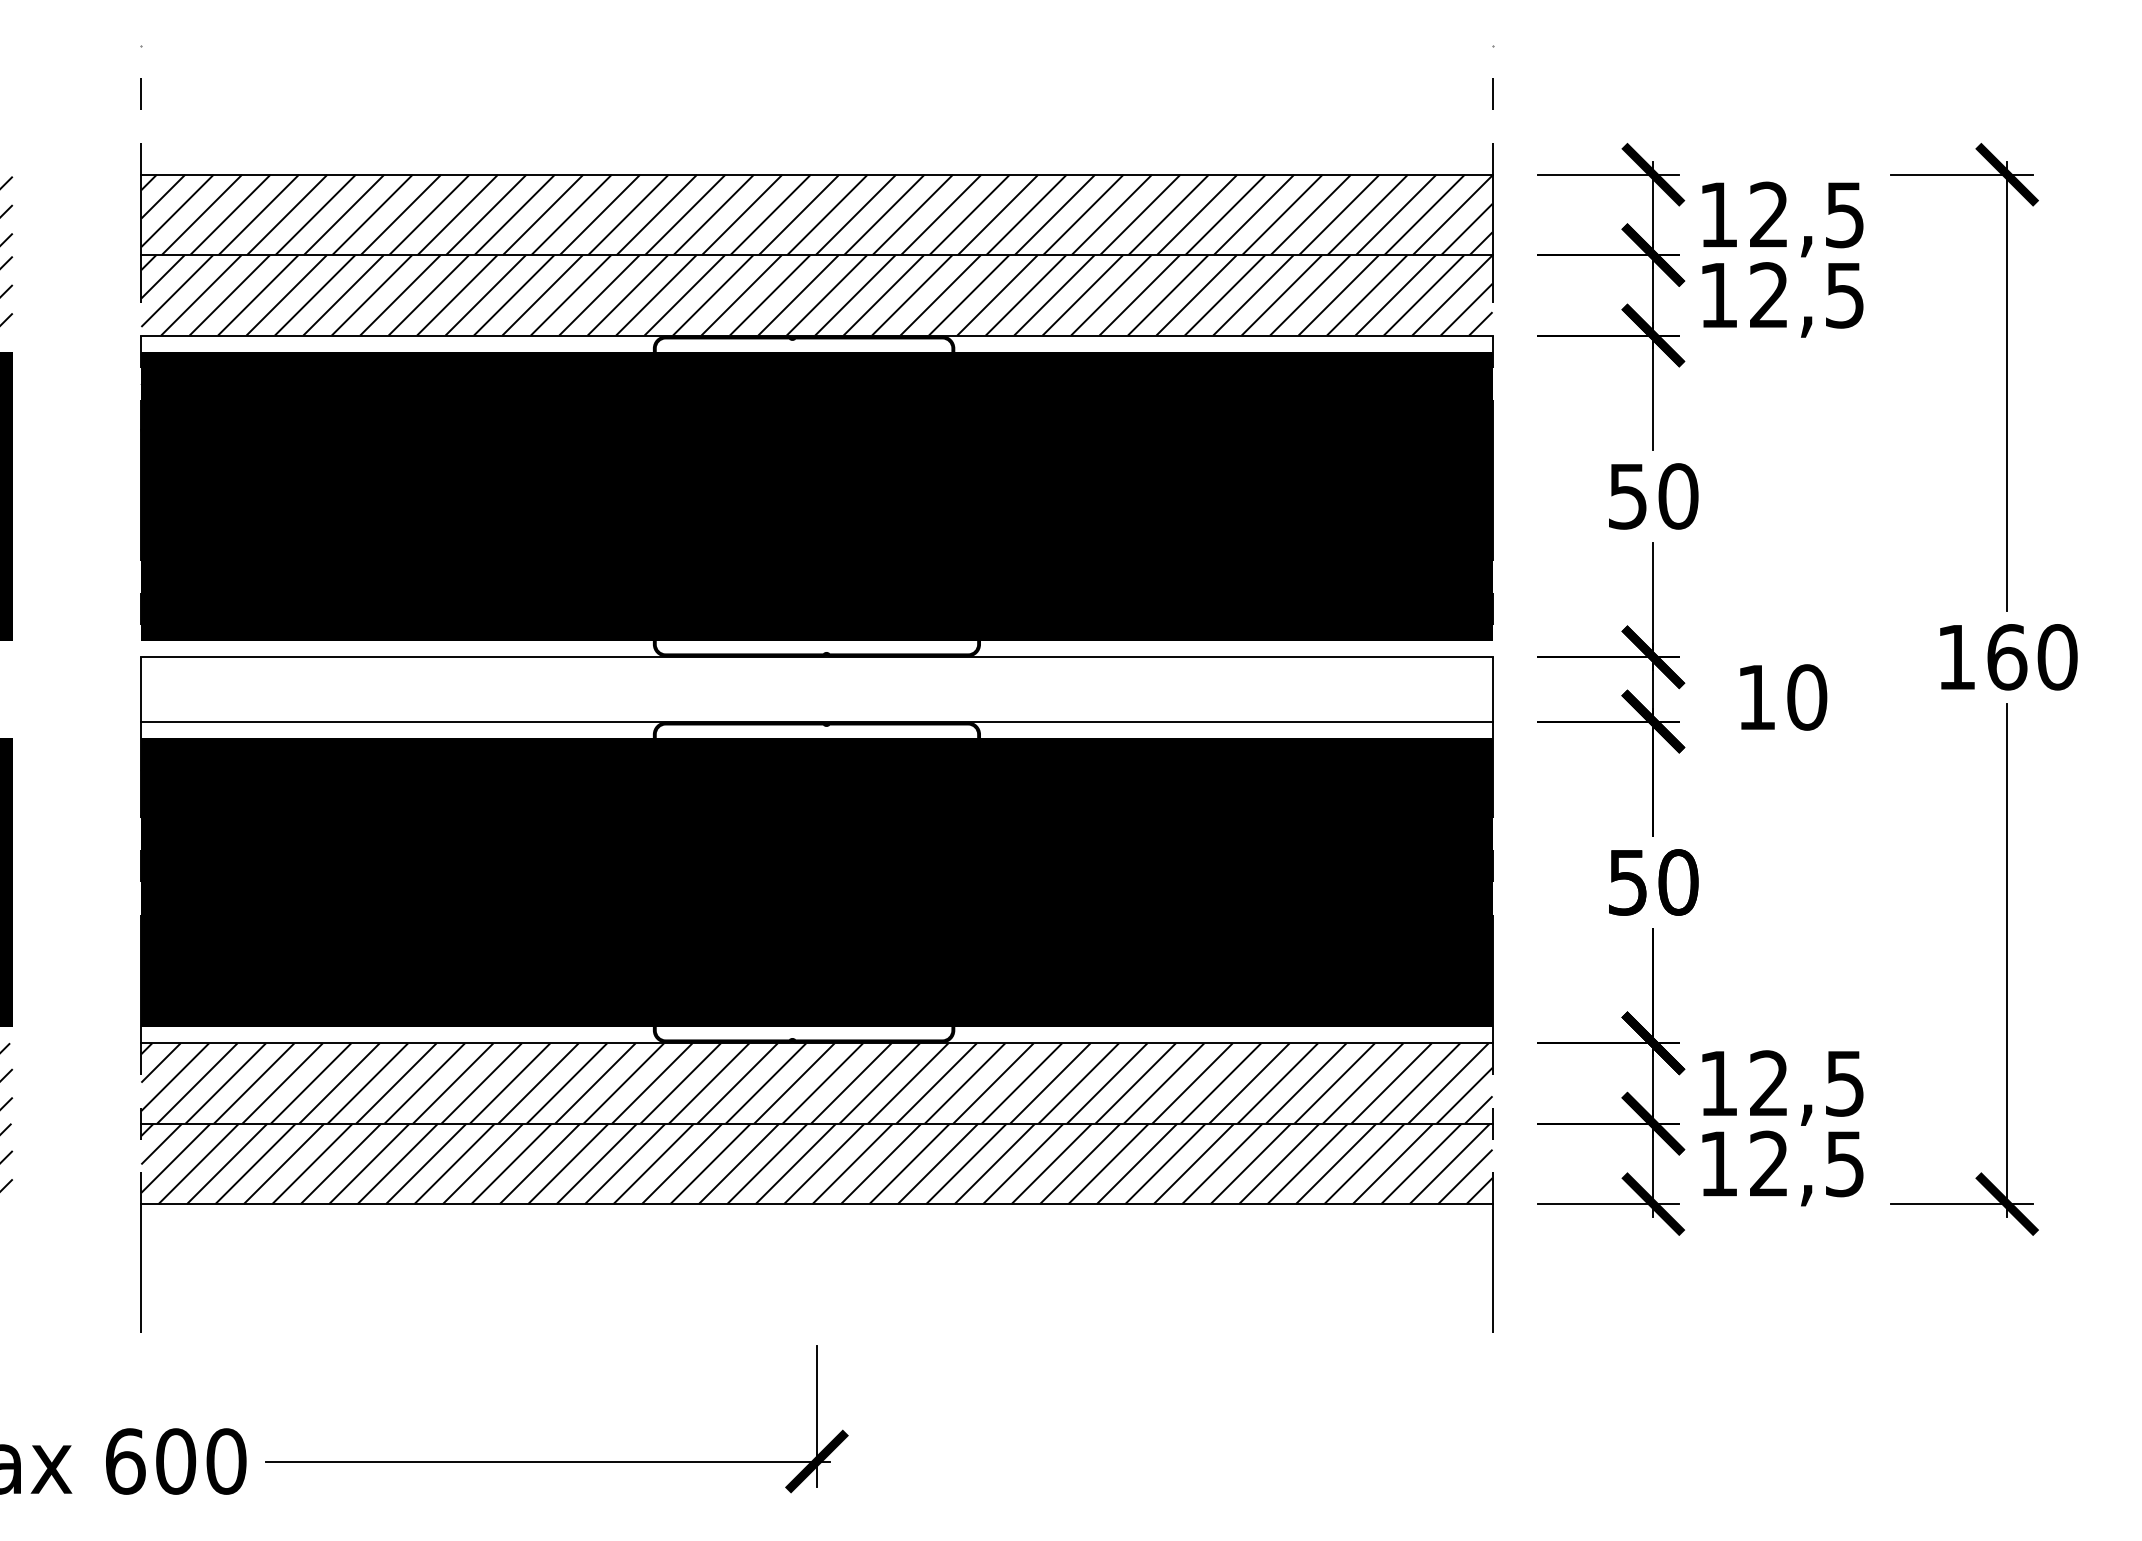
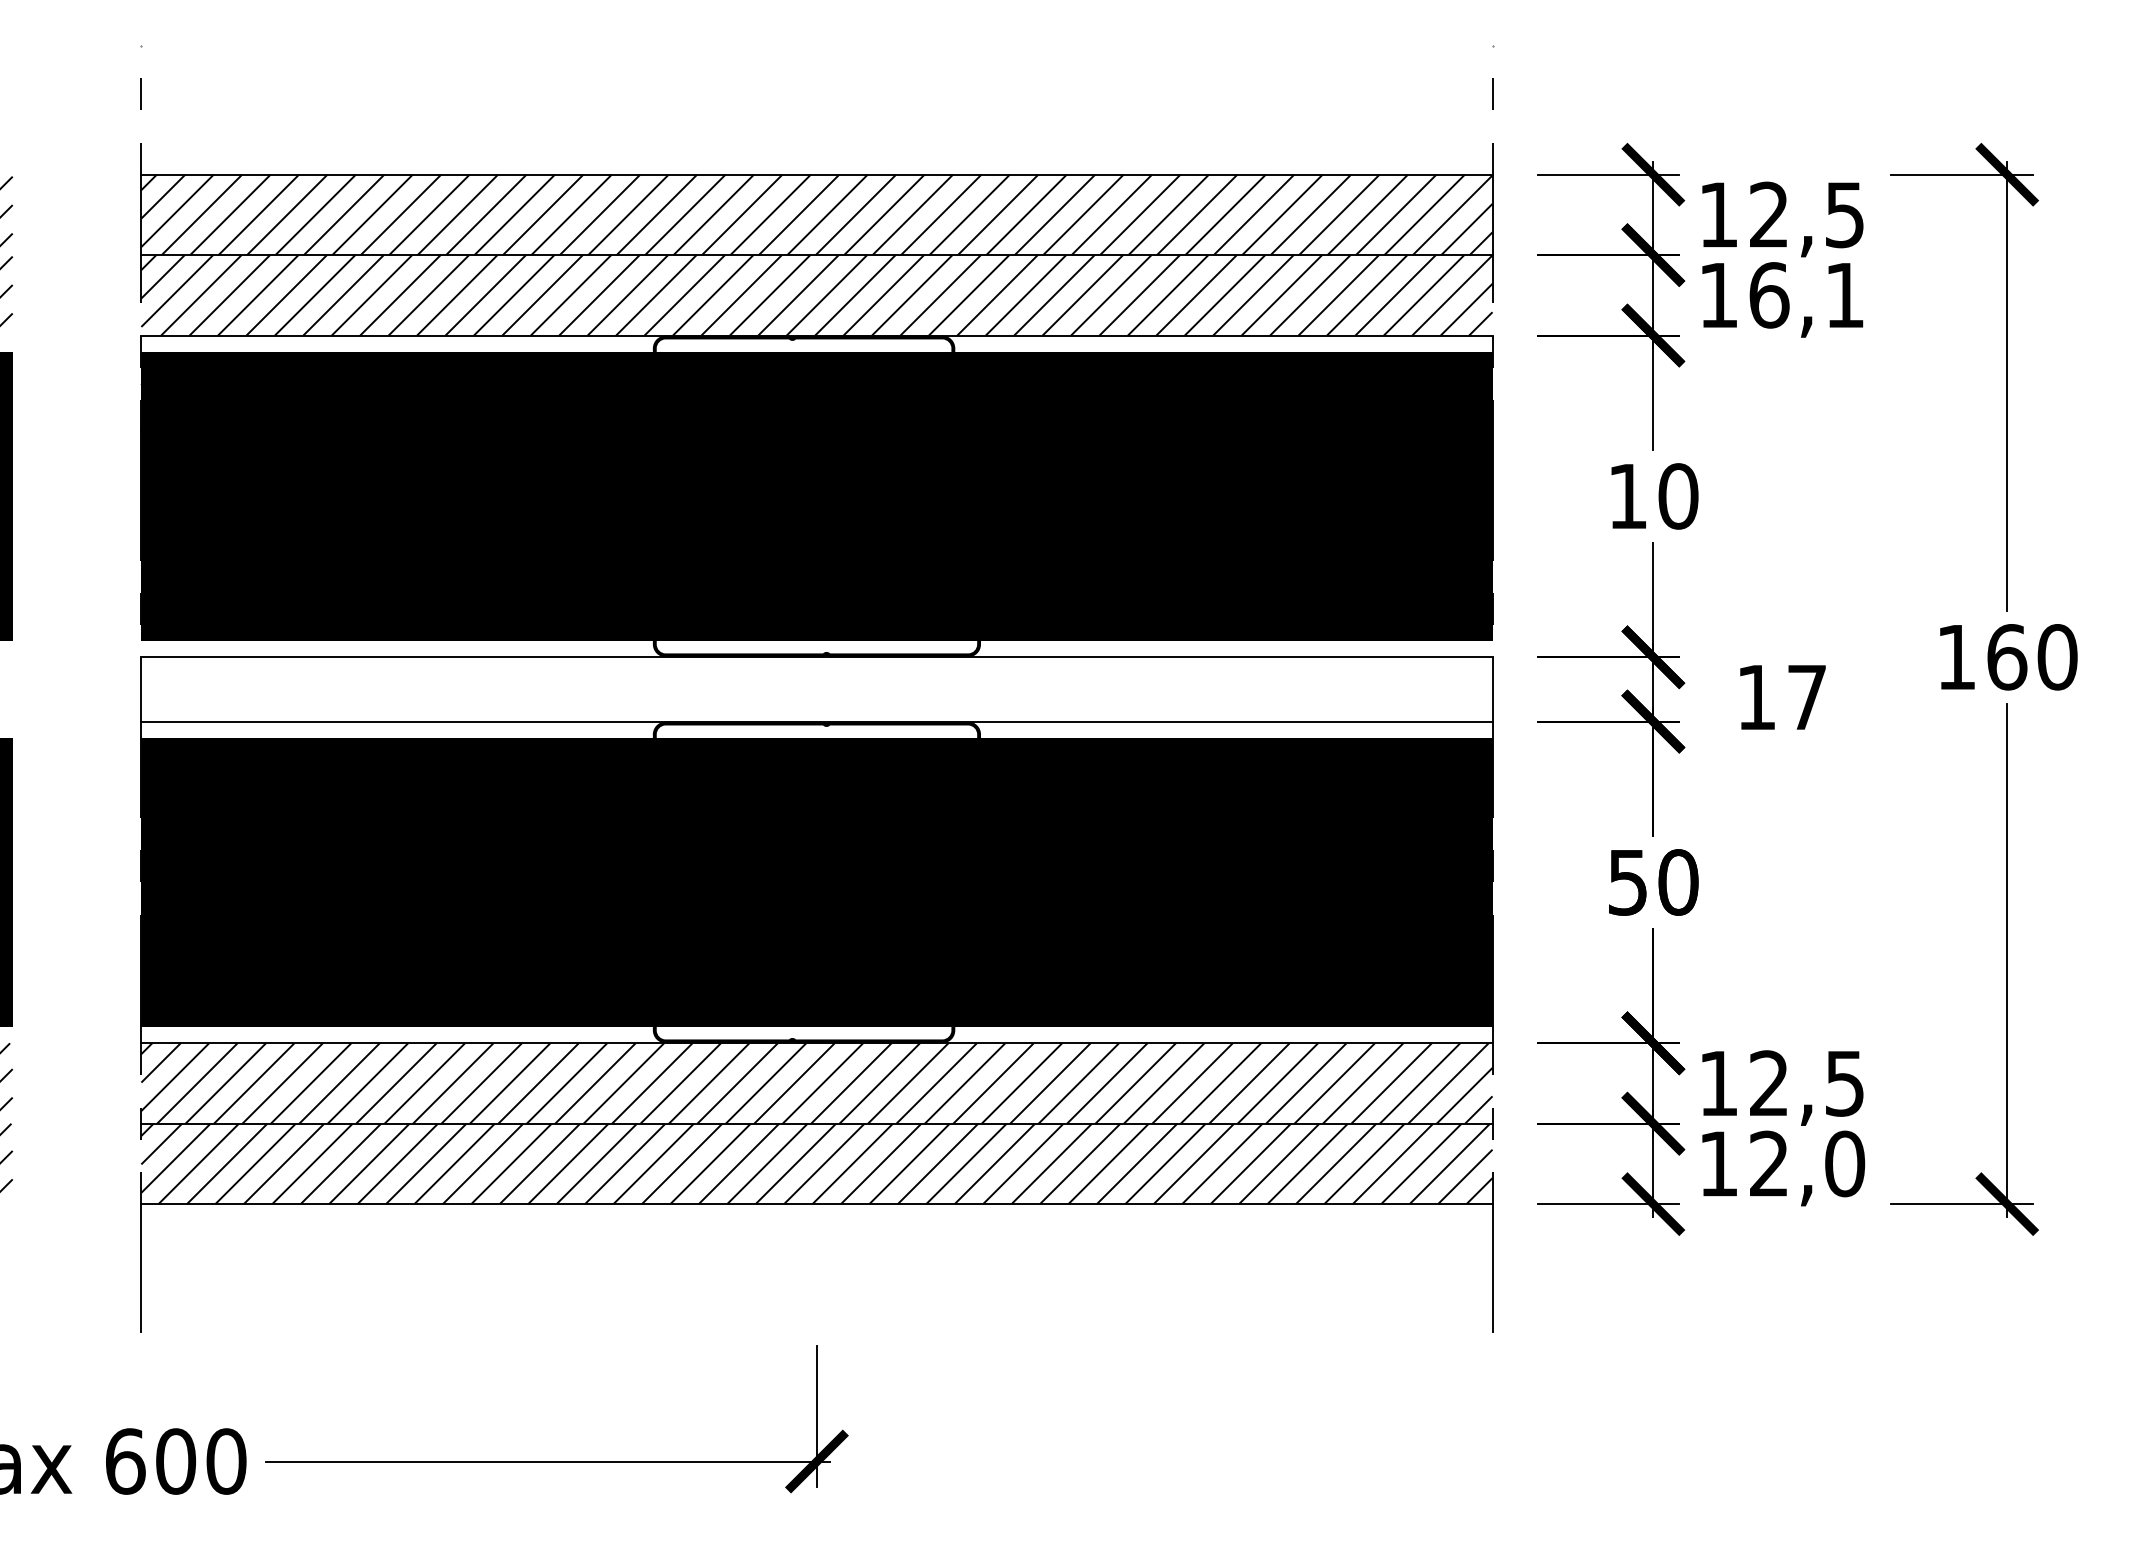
text at (1806, 295): 12,5 -> 16,1
text at (1627, 496): 50 -> 10
text at (1807, 697): 10 -> 17
text at (1845, 1163): 12,5 -> 12,0
